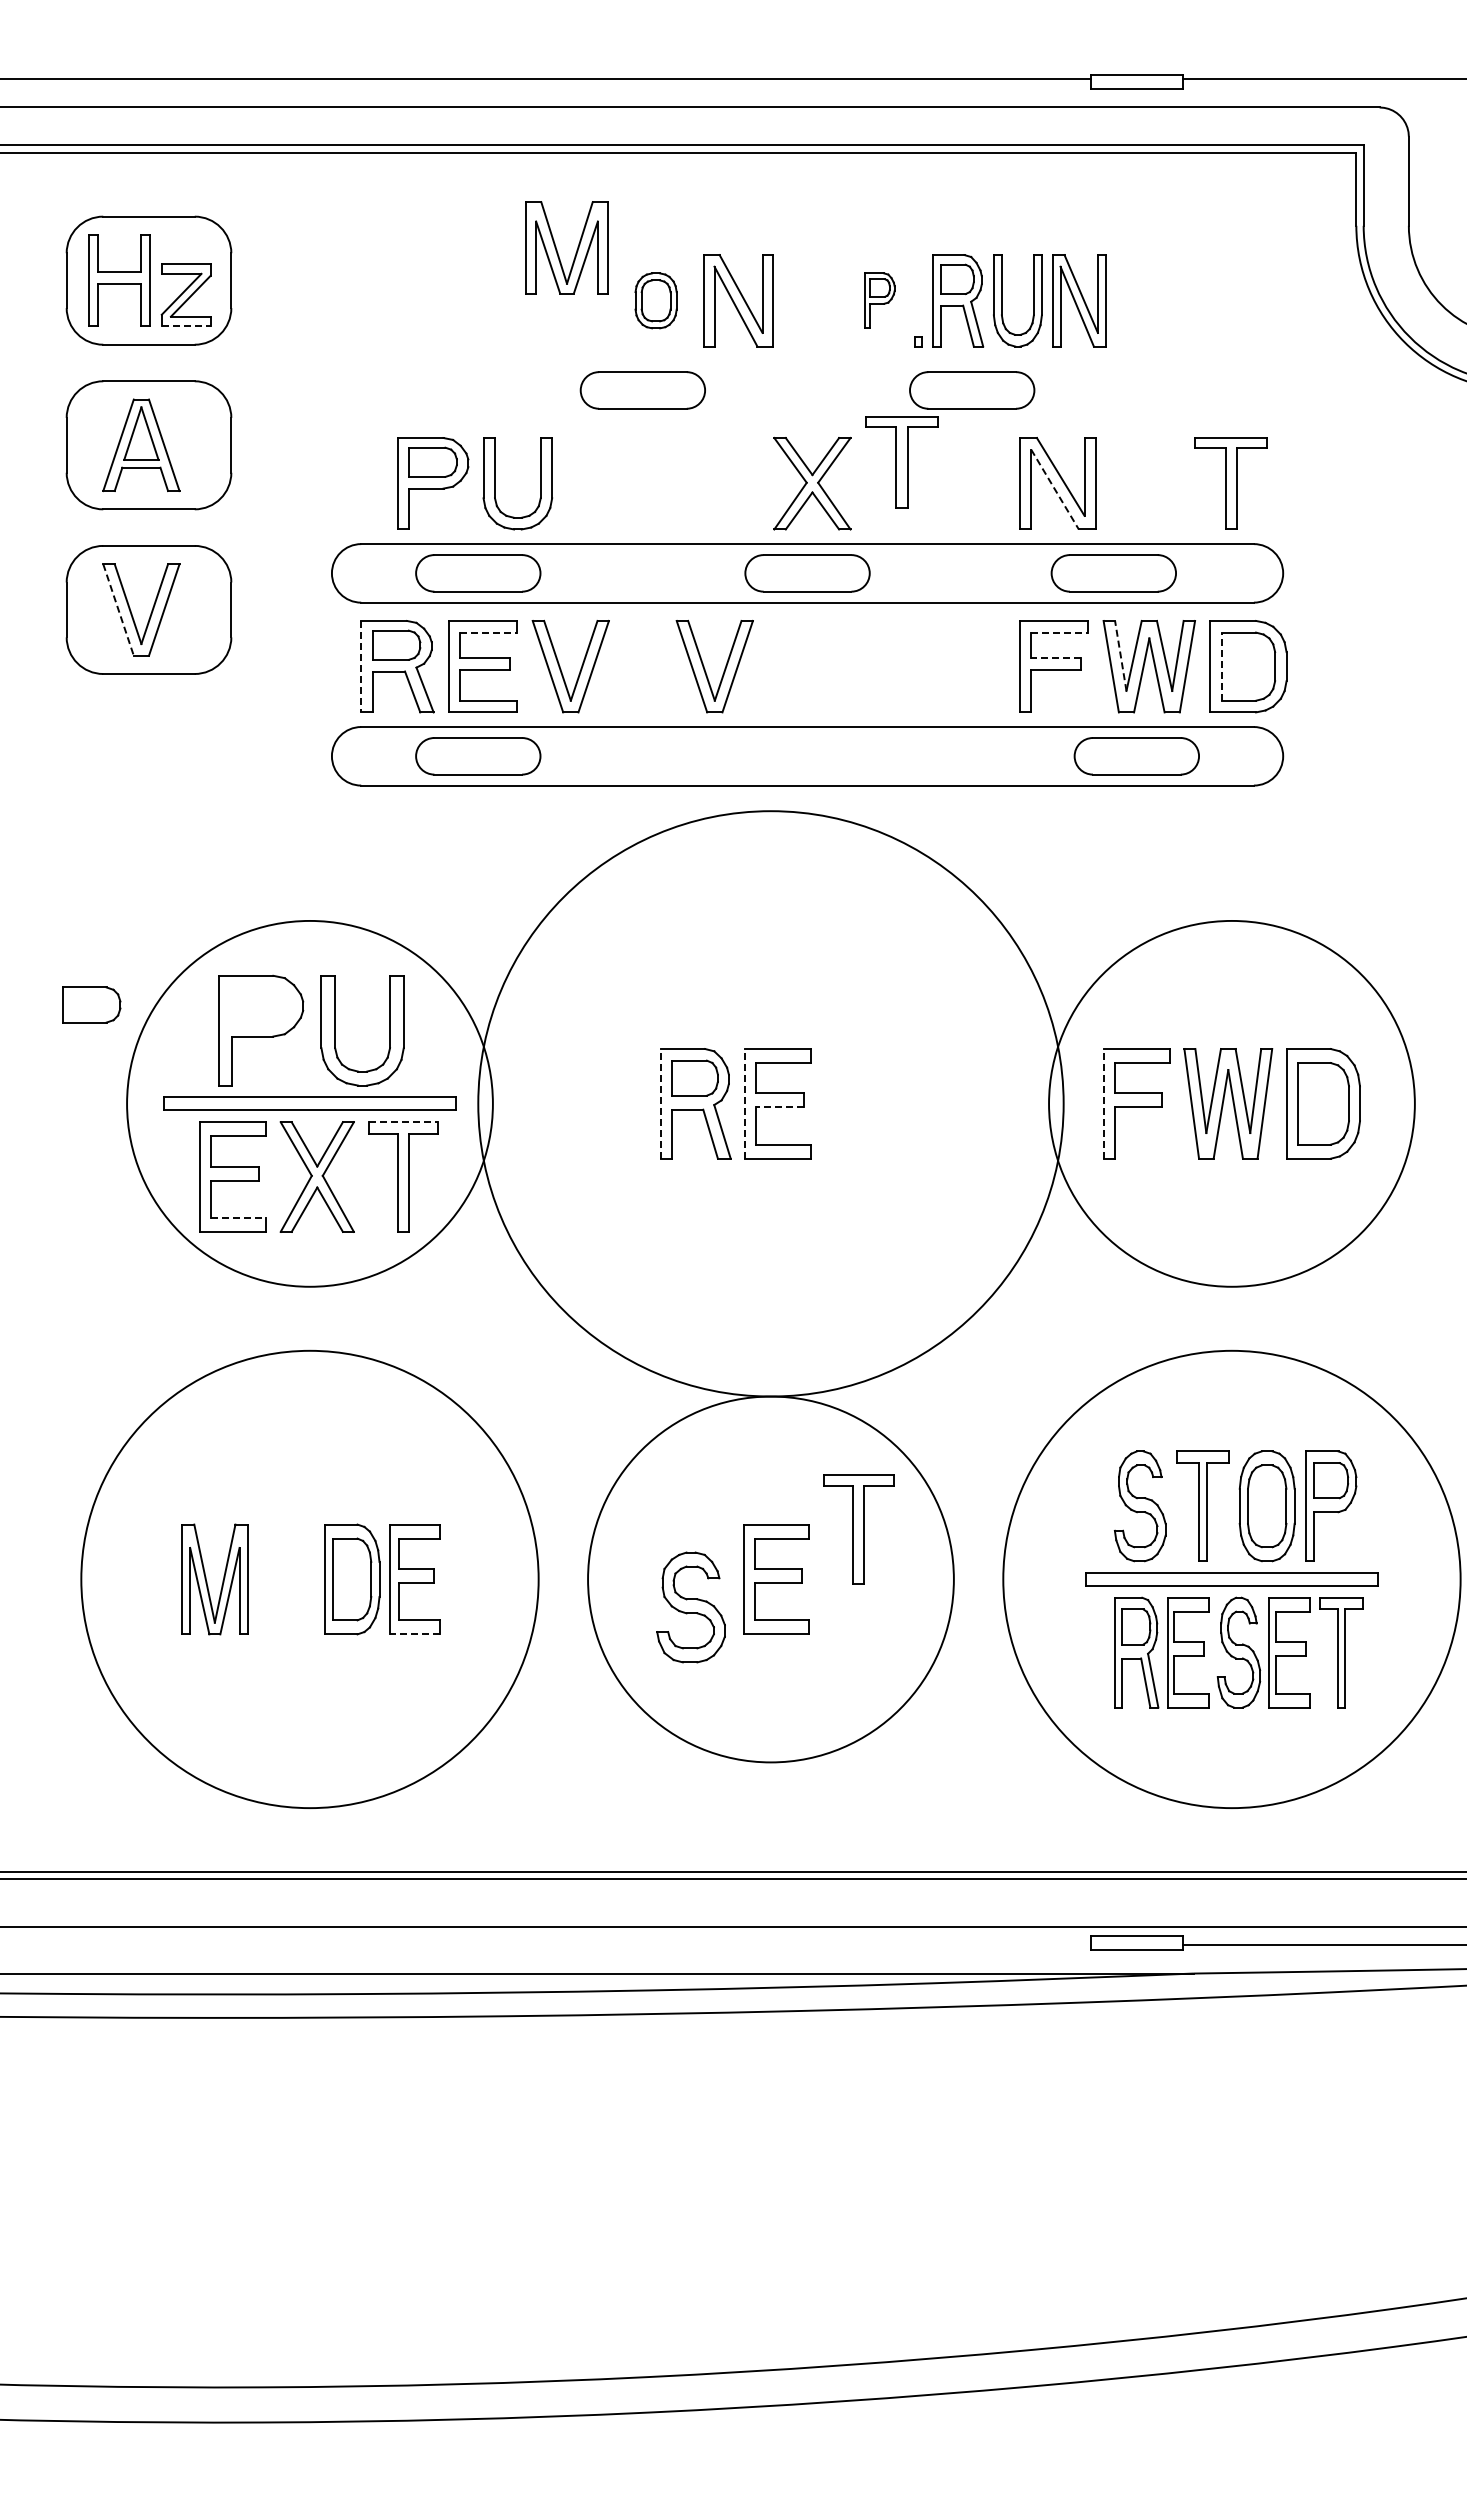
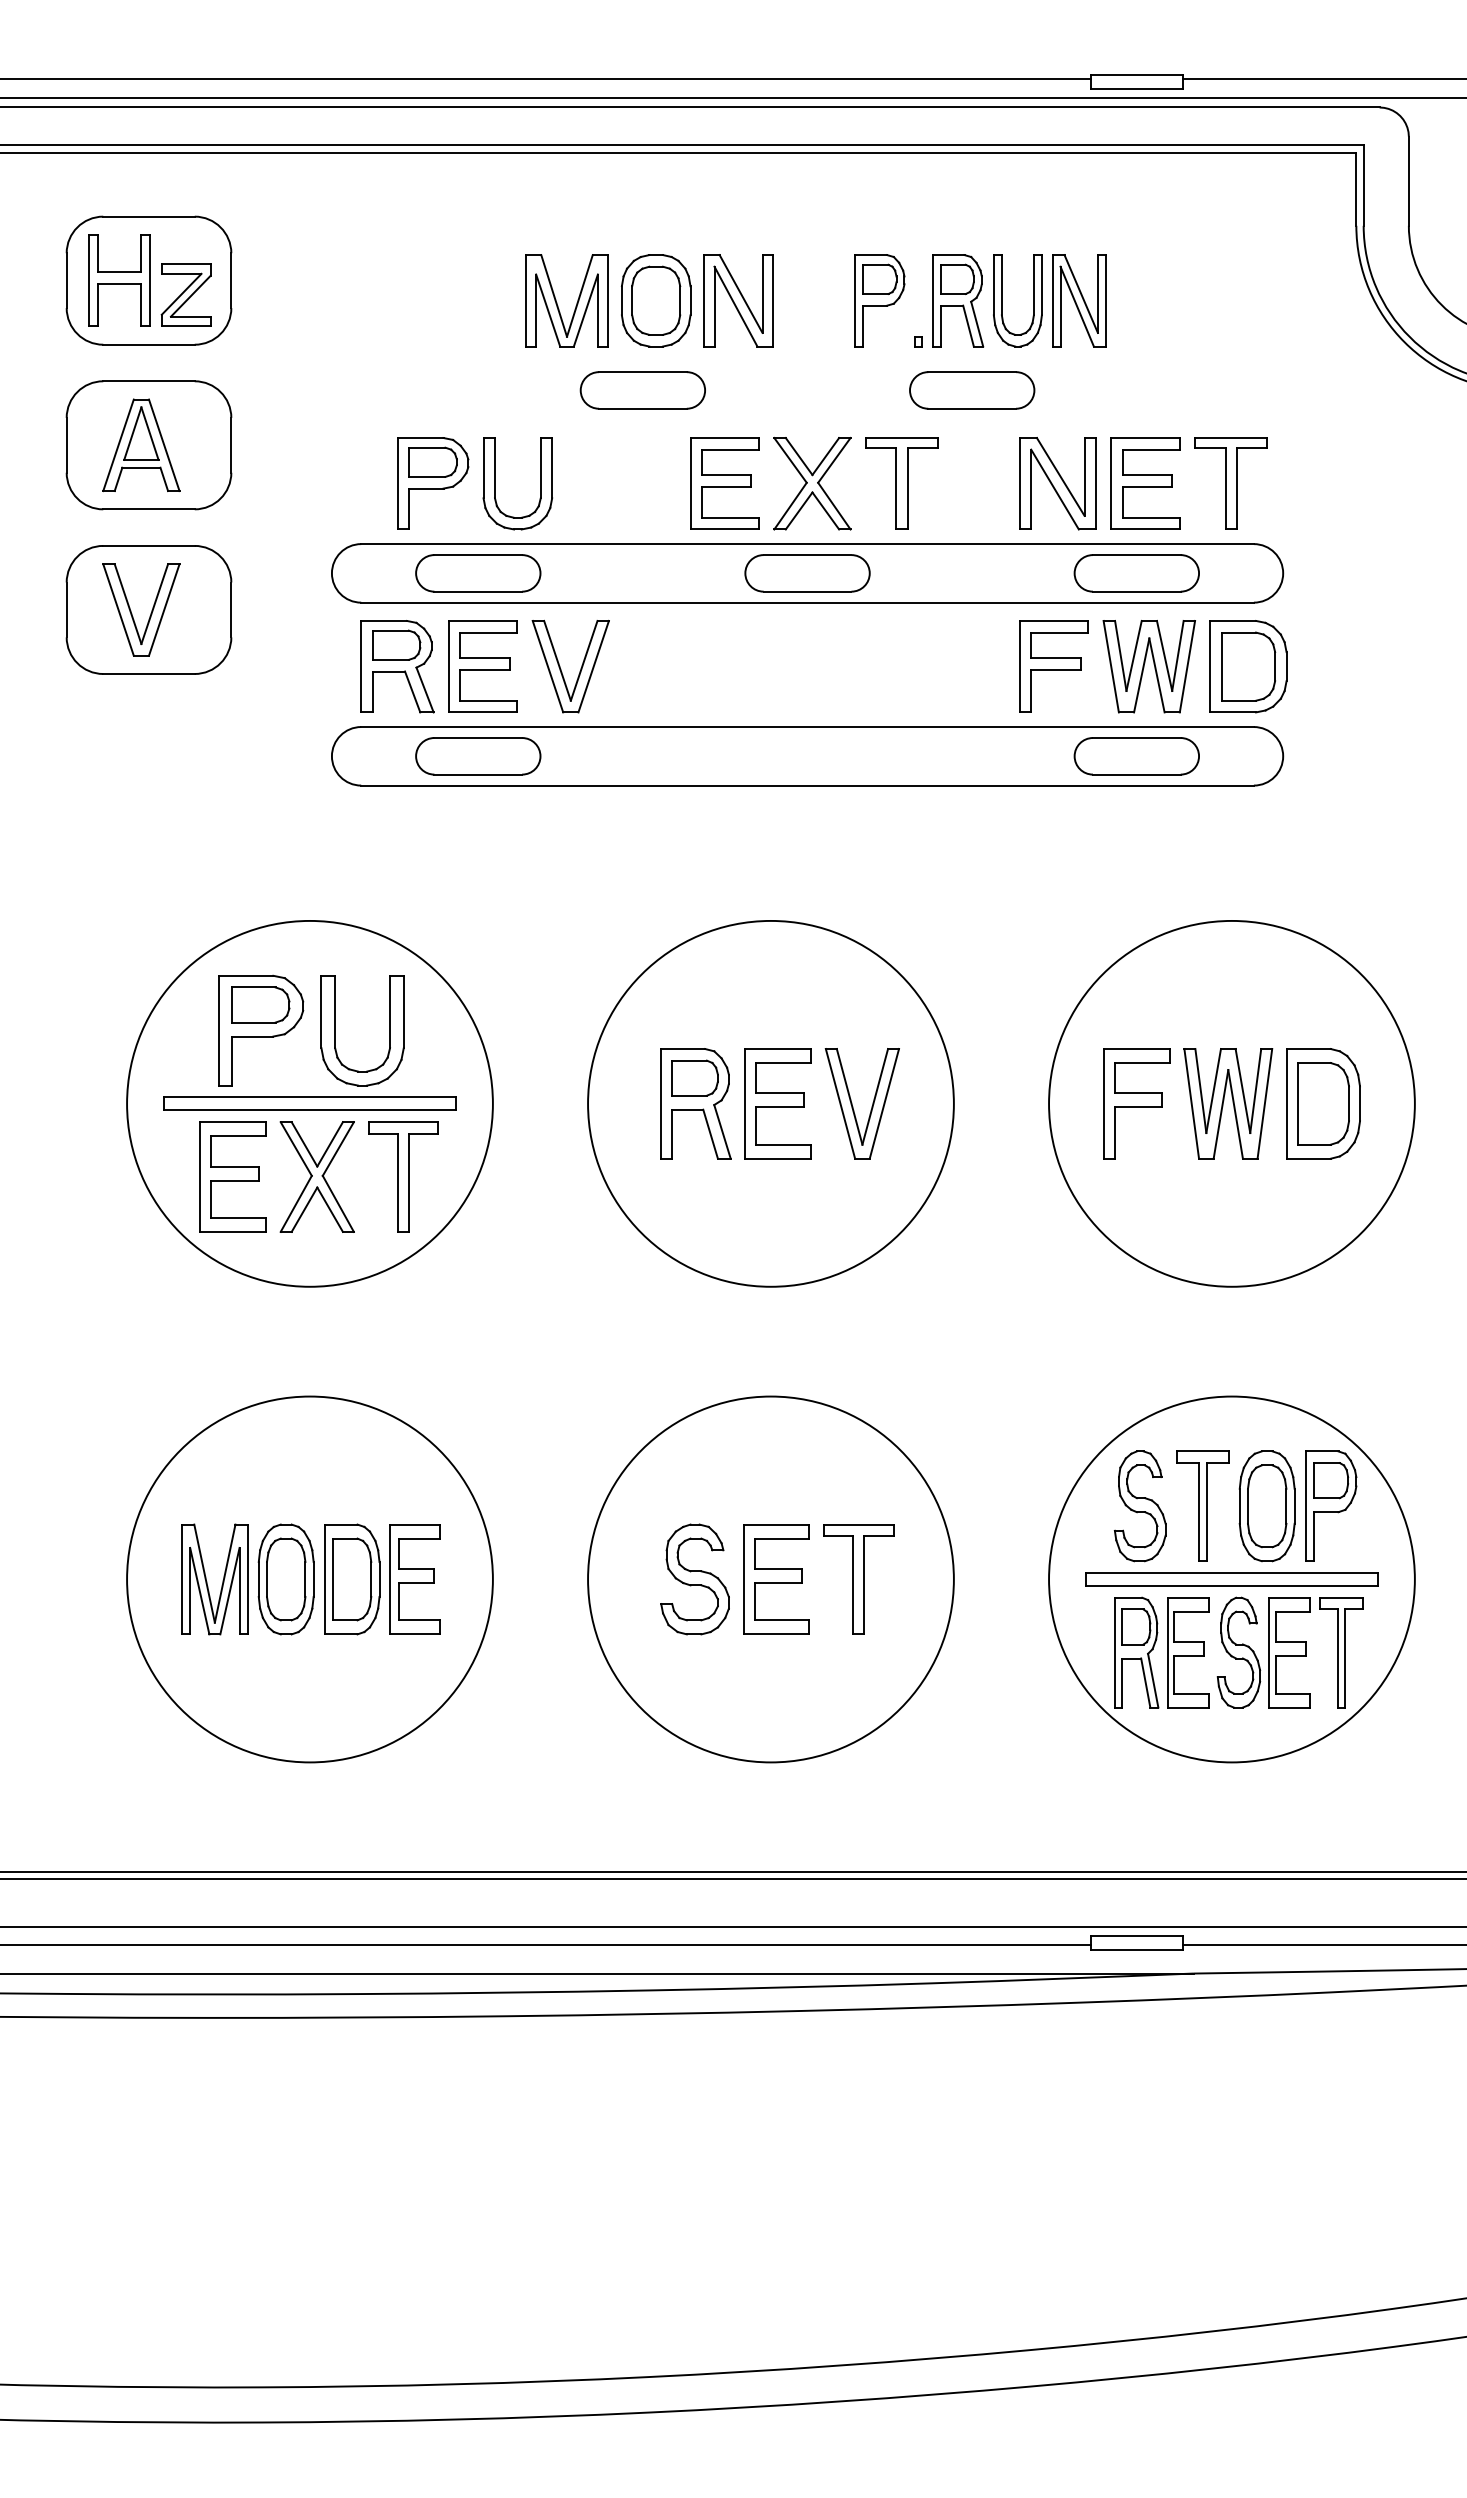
line at (732, 97): none -> present
part at (557, 249) position: (557, 249) -> (557, 302)
part at (655, 300) size: 44x58 px -> 72x94 px
part at (879, 300) size: 32x57 px -> 52x94 px
line at (186, 326): dashed -> solid
part at (901, 462) position: (901, 462) -> (901, 483)
part at (724, 483): none -> present
part at (1145, 483): none -> present
line at (1055, 490): dashed -> solid
part at (1113, 573) position: (1113, 573) -> (1136, 573)
line at (118, 610): dashed -> solid
line at (488, 632): dashed -> solid
line at (1059, 632): dashed -> solid
line at (1120, 655): dashed -> solid
line at (1055, 657): dashed -> solid
line at (361, 666): dashed -> solid
line at (1221, 666): dashed -> solid
part at (705, 669): present -> none
part at (91, 1004) position: (91, 1004) -> (260, 1004)
line at (661, 1103): dashed -> solid
line at (745, 1103): dashed -> solid
circle at (770, 1103) diameter: 585 px -> 366 px
line at (1103, 1103): dashed -> solid
part at (853, 1106): none -> present
line at (780, 1107): dashed -> solid
line at (403, 1122): dashed -> solid
line at (239, 1217): dashed -> solid
part at (858, 1529) position: (858, 1529) -> (858, 1579)
part at (285, 1579): none -> present
circle at (309, 1579) diameter: 457 px -> 366 px
circle at (1231, 1579) diameter: 457 px -> 366 px
part at (690, 1607) position: (690, 1607) -> (694, 1579)
line at (415, 1634): dashed -> solid
line at (546, 1945): none -> present
